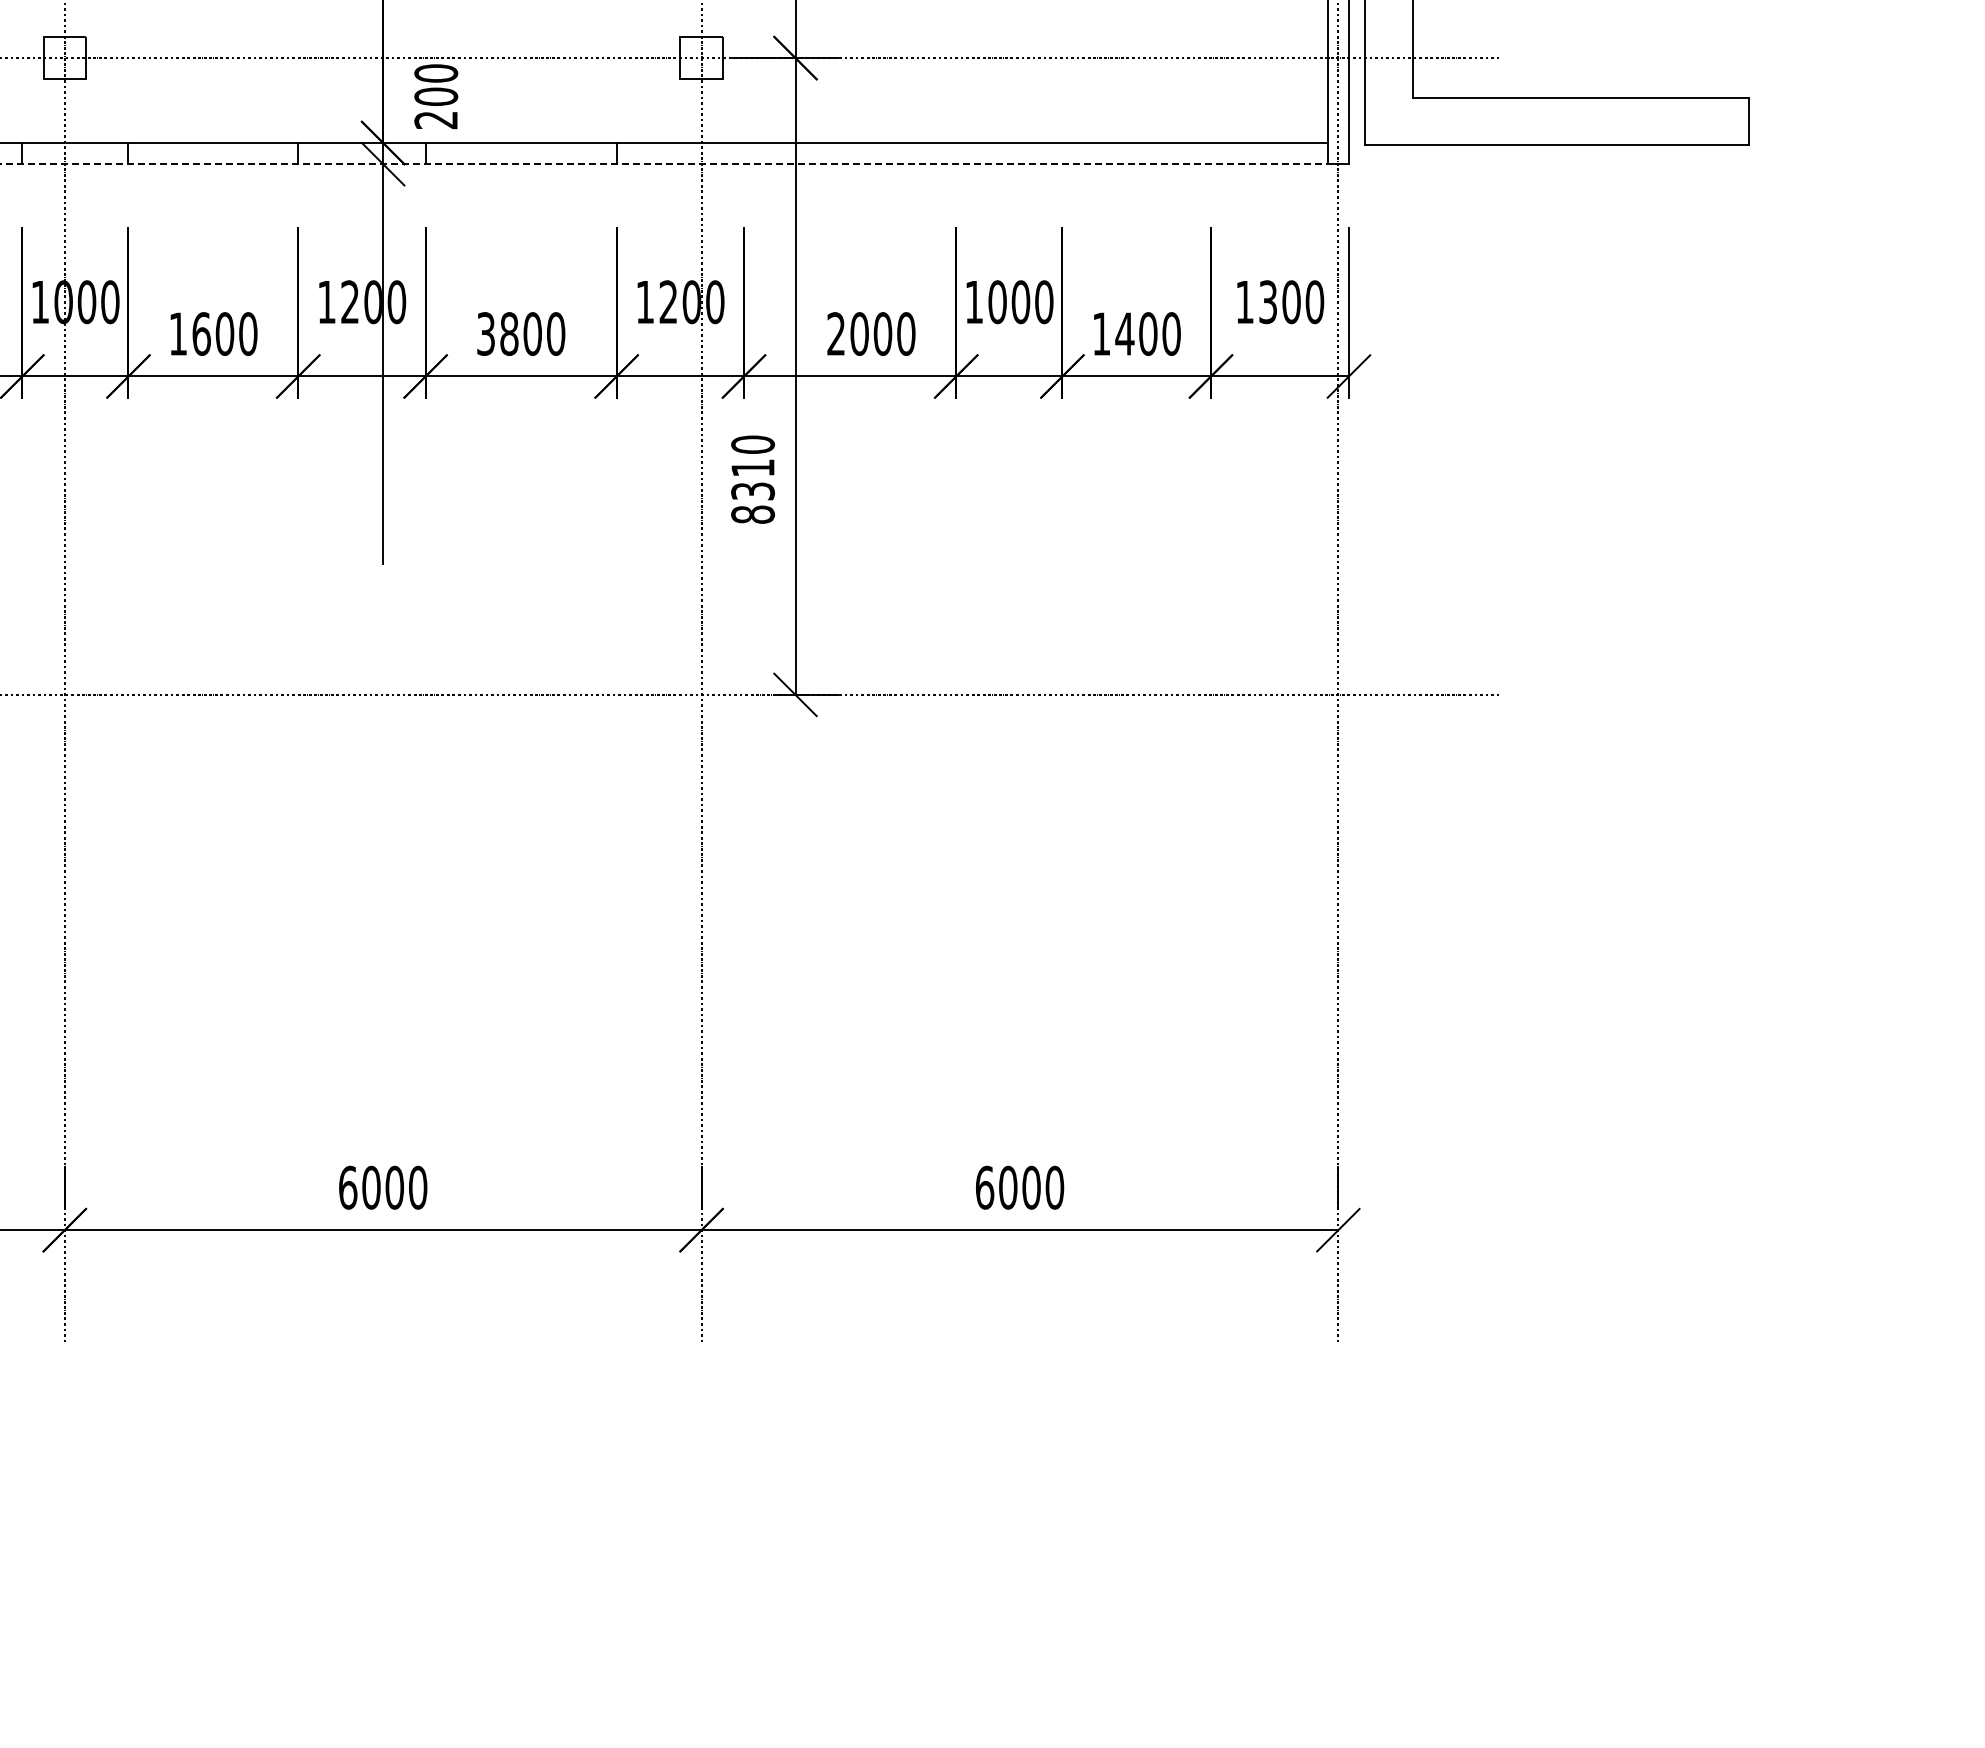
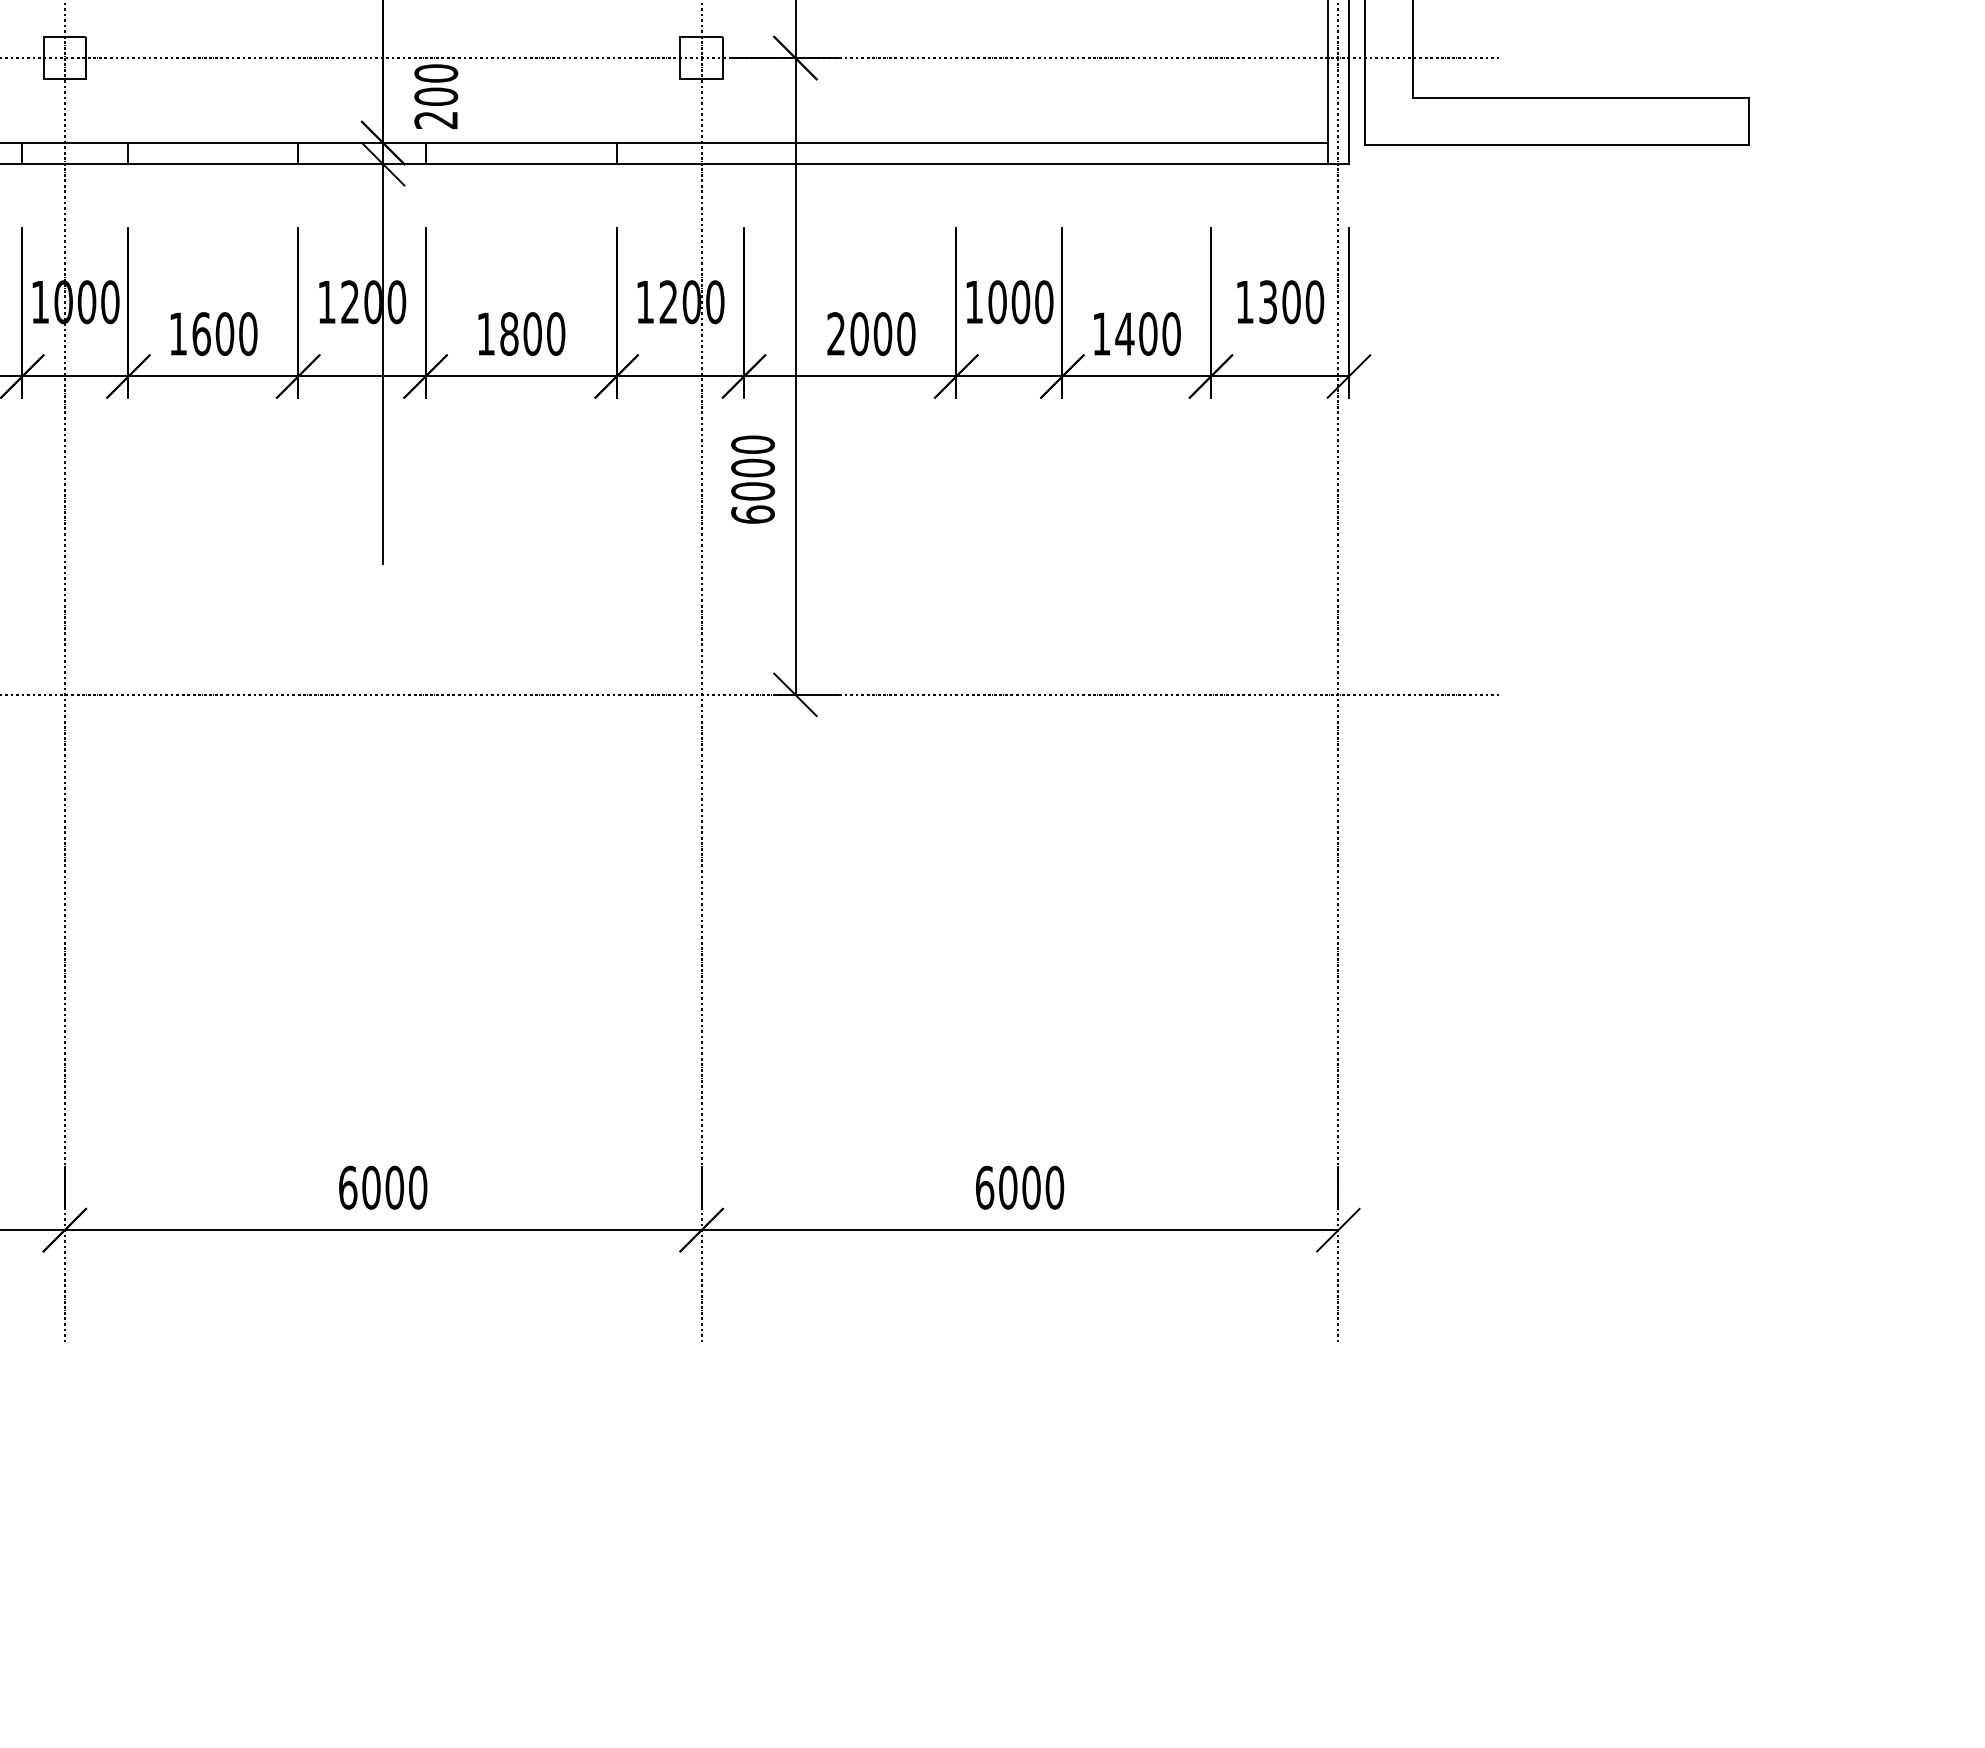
line at (663, 164): dashed -> solid
text at (485, 333): 3800 -> 1800
text at (752, 490): 8310 -> 6000
